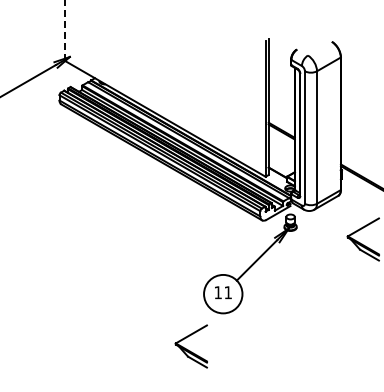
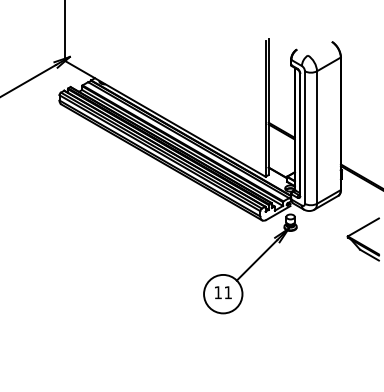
line at (64, 30): dashed -> solid
part at (190, 346): present -> none
